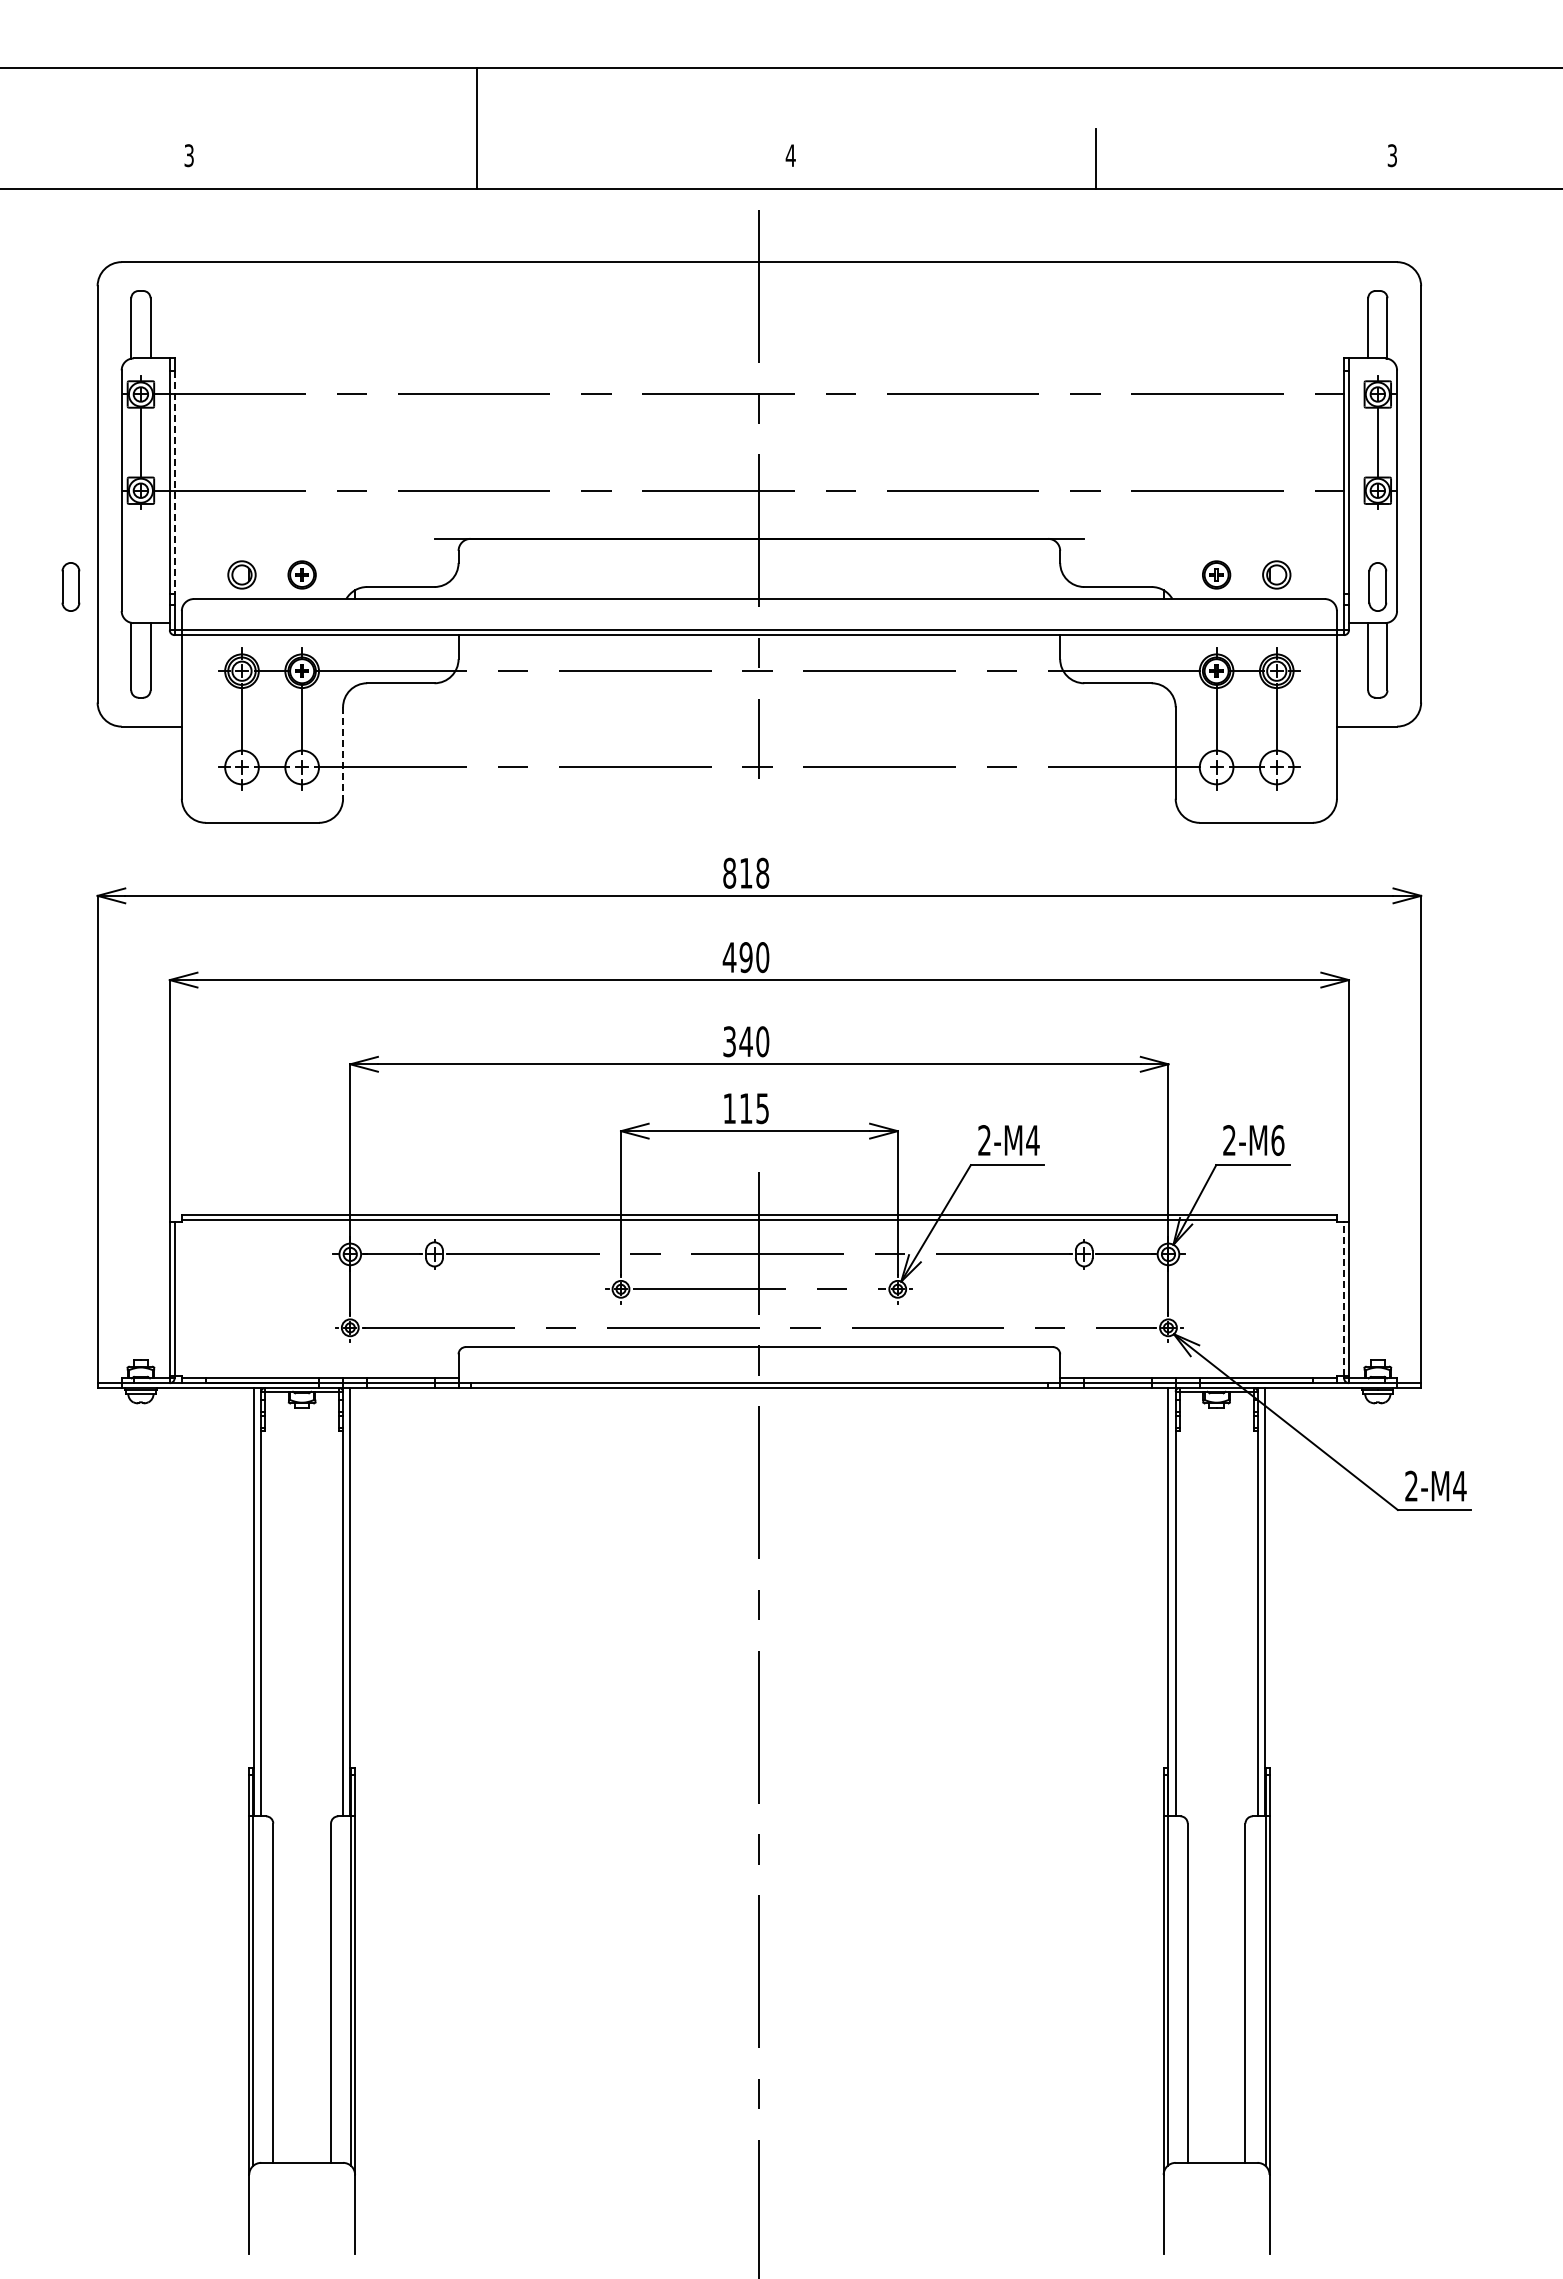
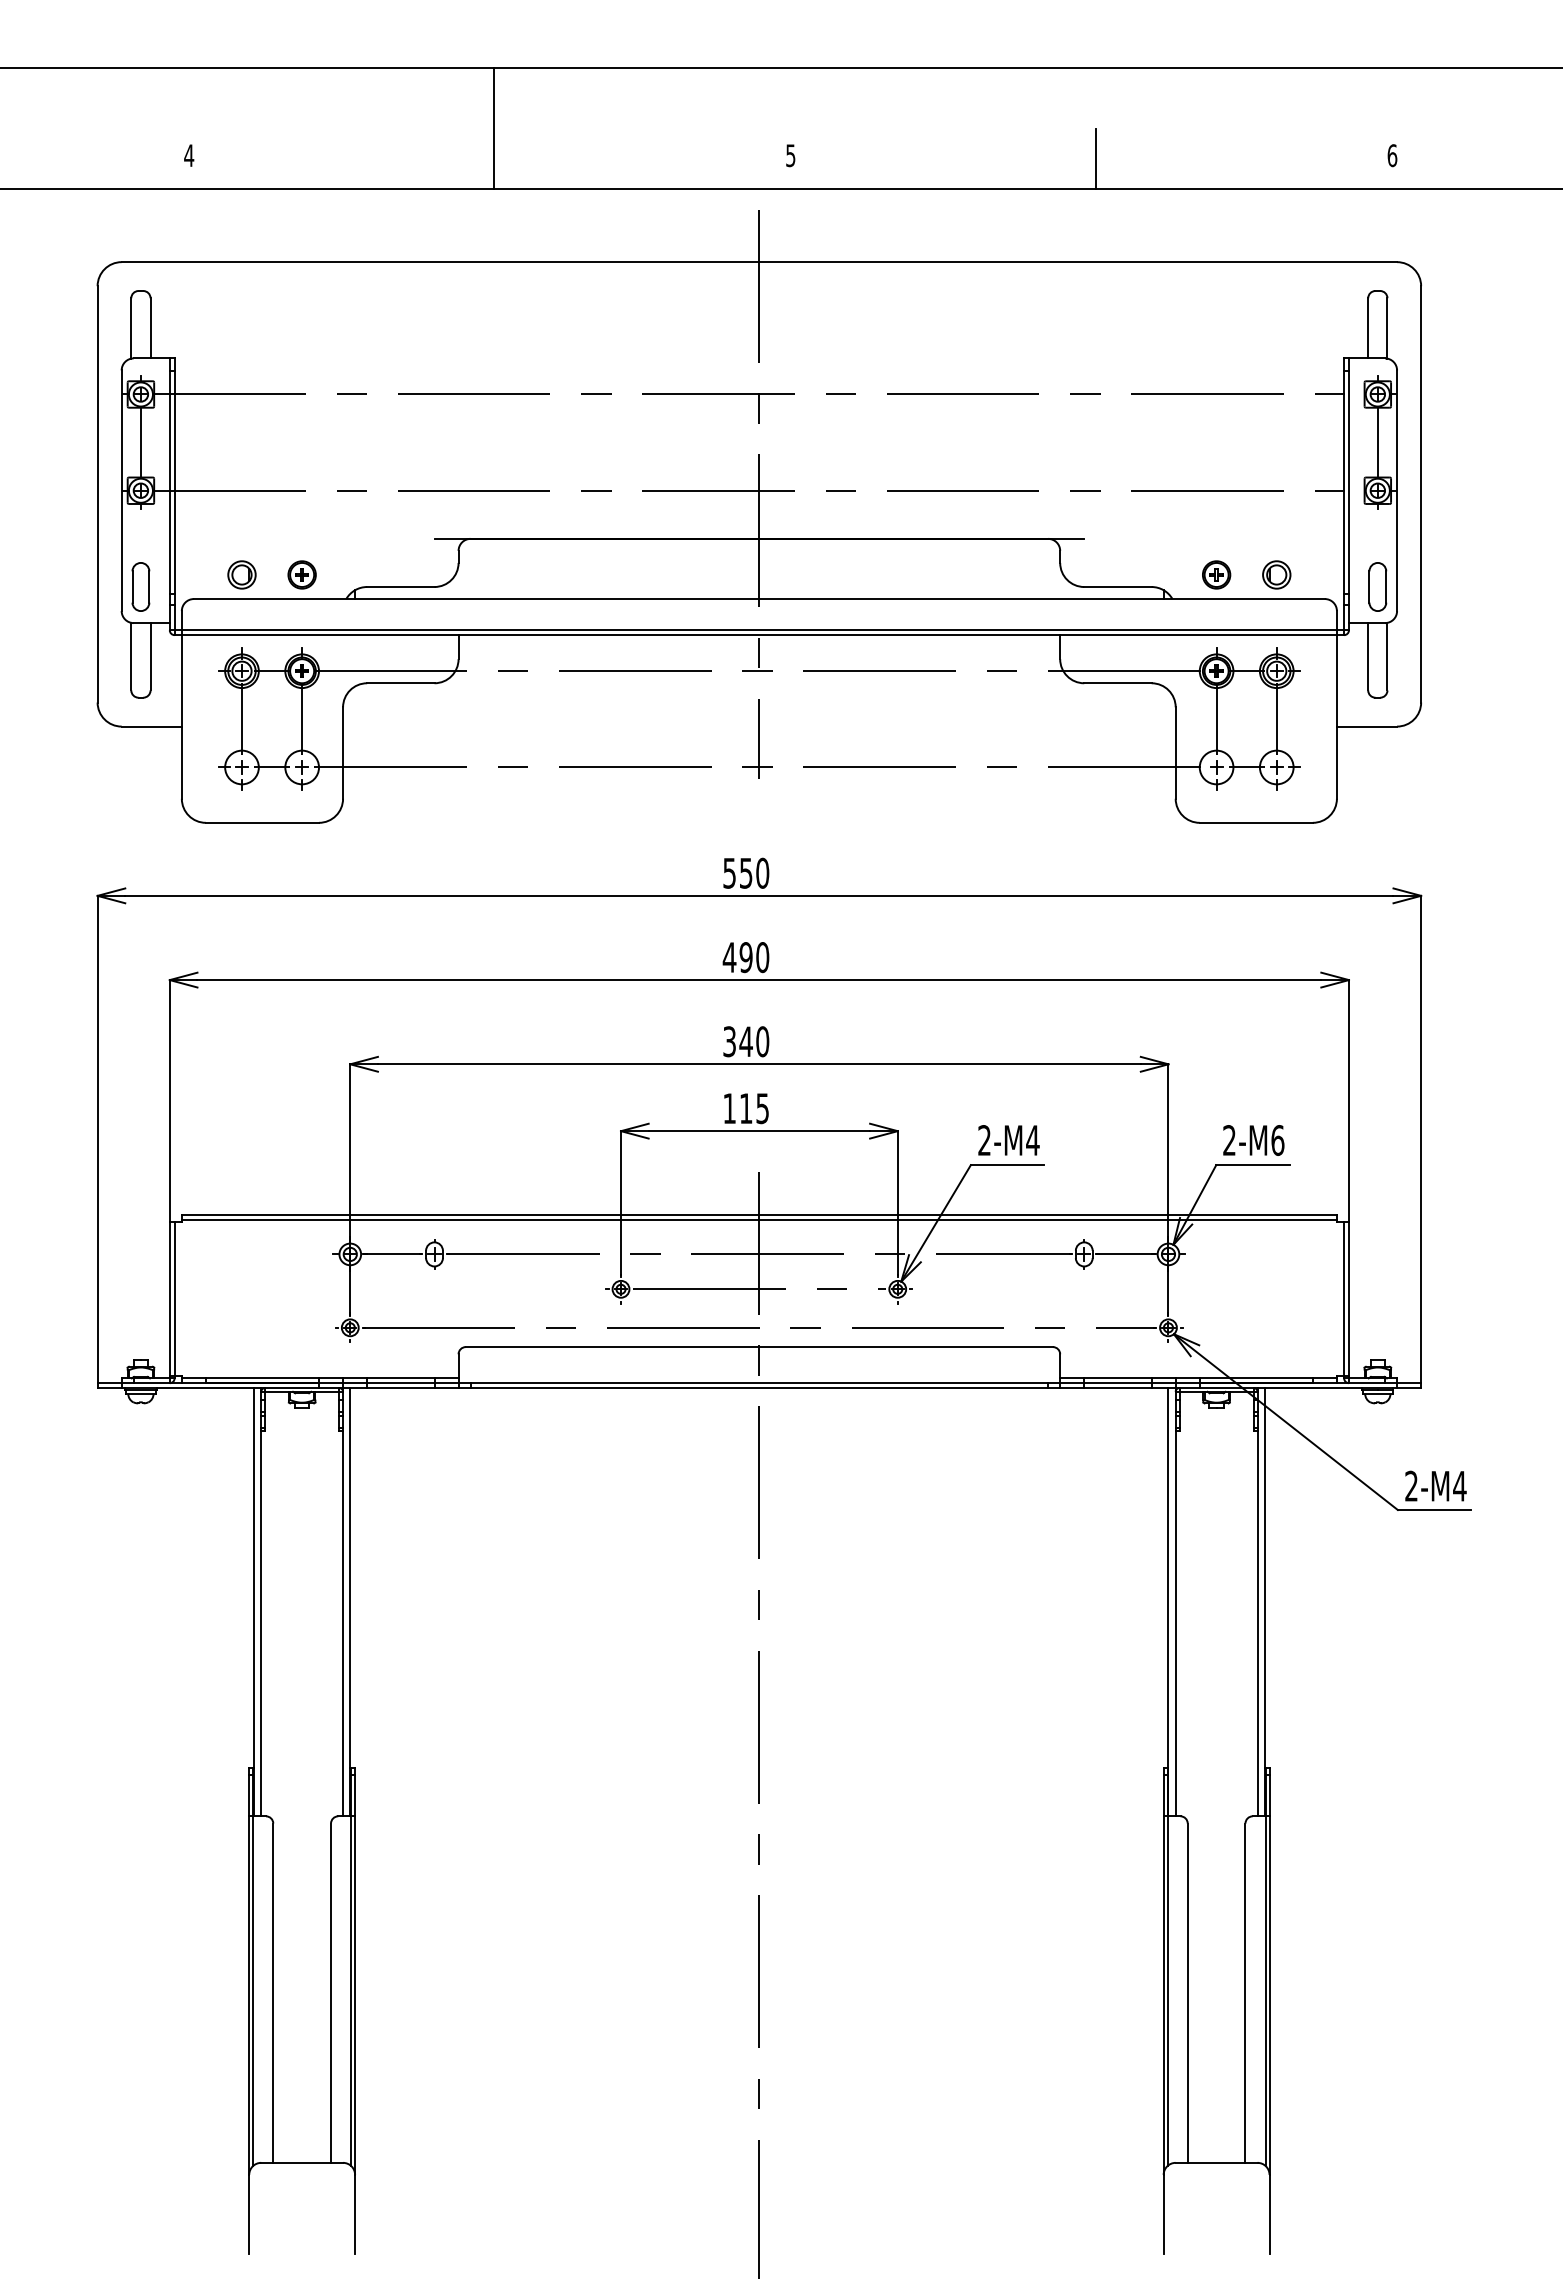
line at (476, 128) position: (476, 128) -> (493, 128)
text at (189, 155): 3 -> 4
text at (790, 155): 4 -> 5
text at (1392, 155): 3 -> 6
line at (174, 483): dashed -> solid
part at (70, 586) position: (70, 586) -> (140, 586)
line at (343, 753): dashed -> solid
text at (746, 872): 818 -> 550
line at (1344, 1298): dashed -> solid
